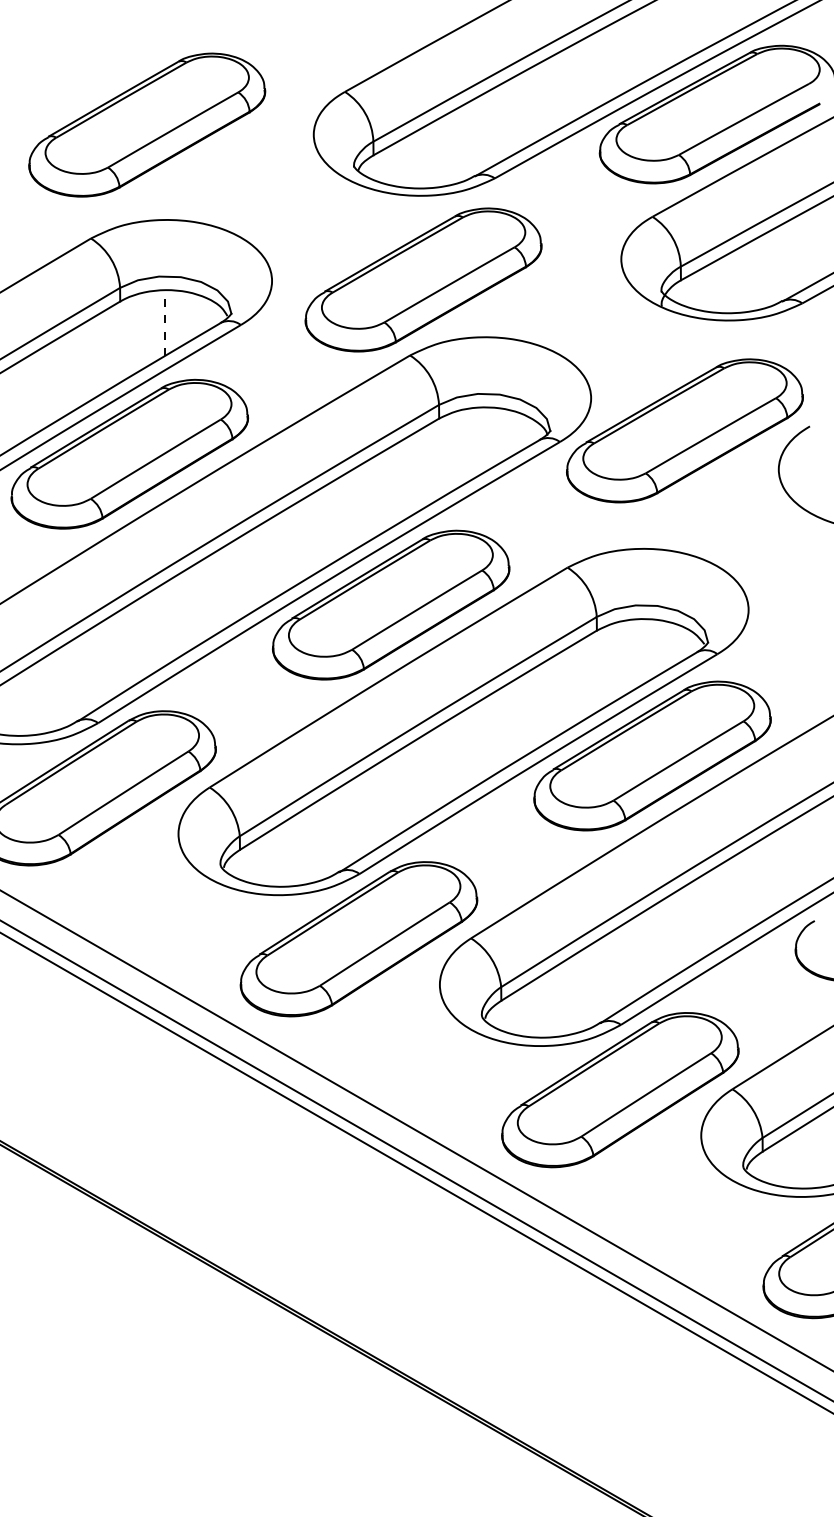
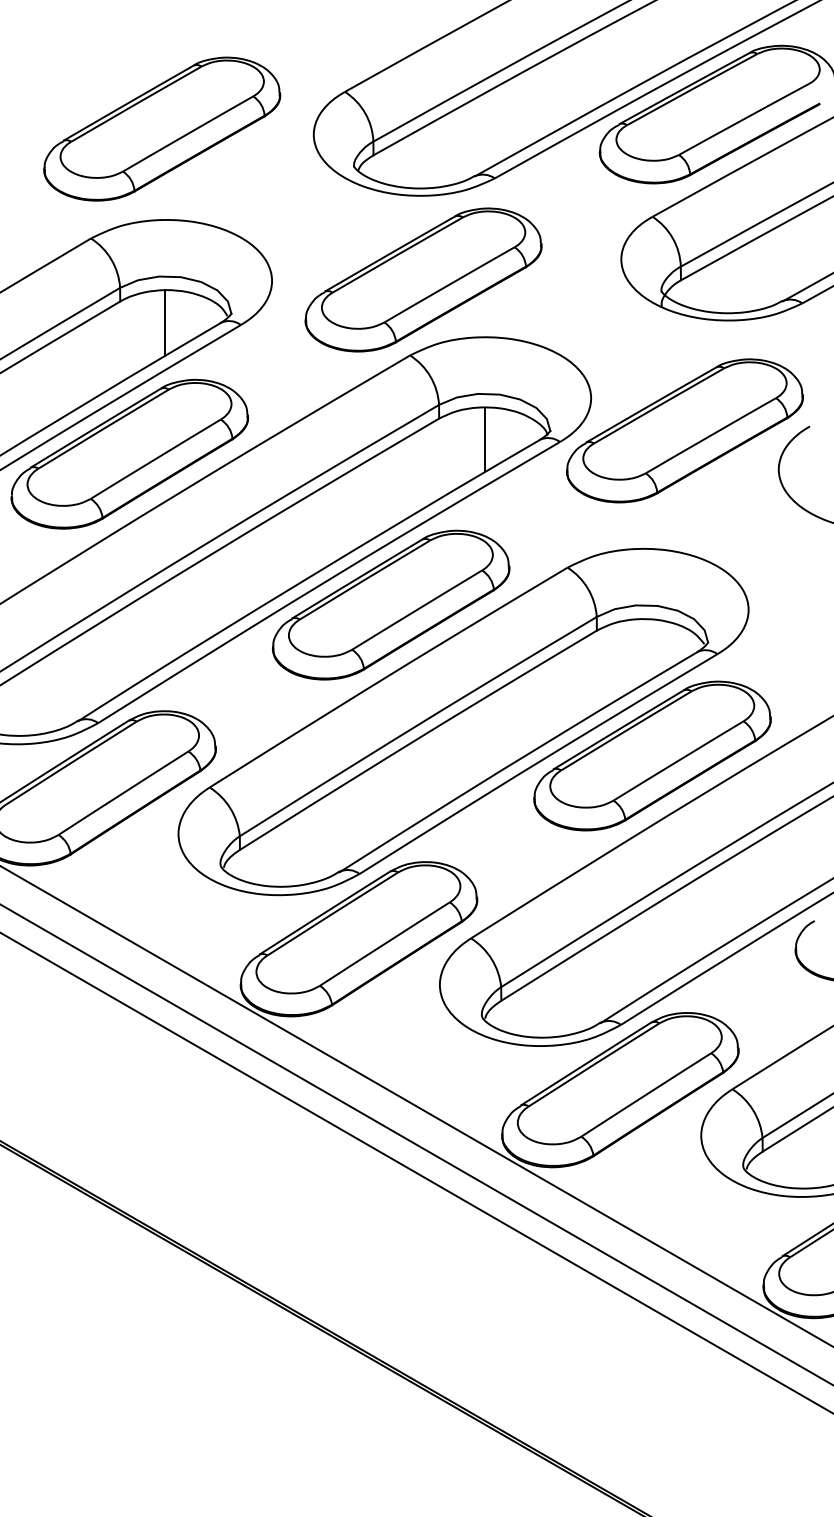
part at (147, 124) position: (147, 124) -> (162, 128)
line at (165, 323): dashed -> solid
line at (485, 439): none -> present
line at (416, 1130) position: (416, 1130) -> (416, 1106)
line at (416, 1160) position: (416, 1160) -> (416, 1144)
